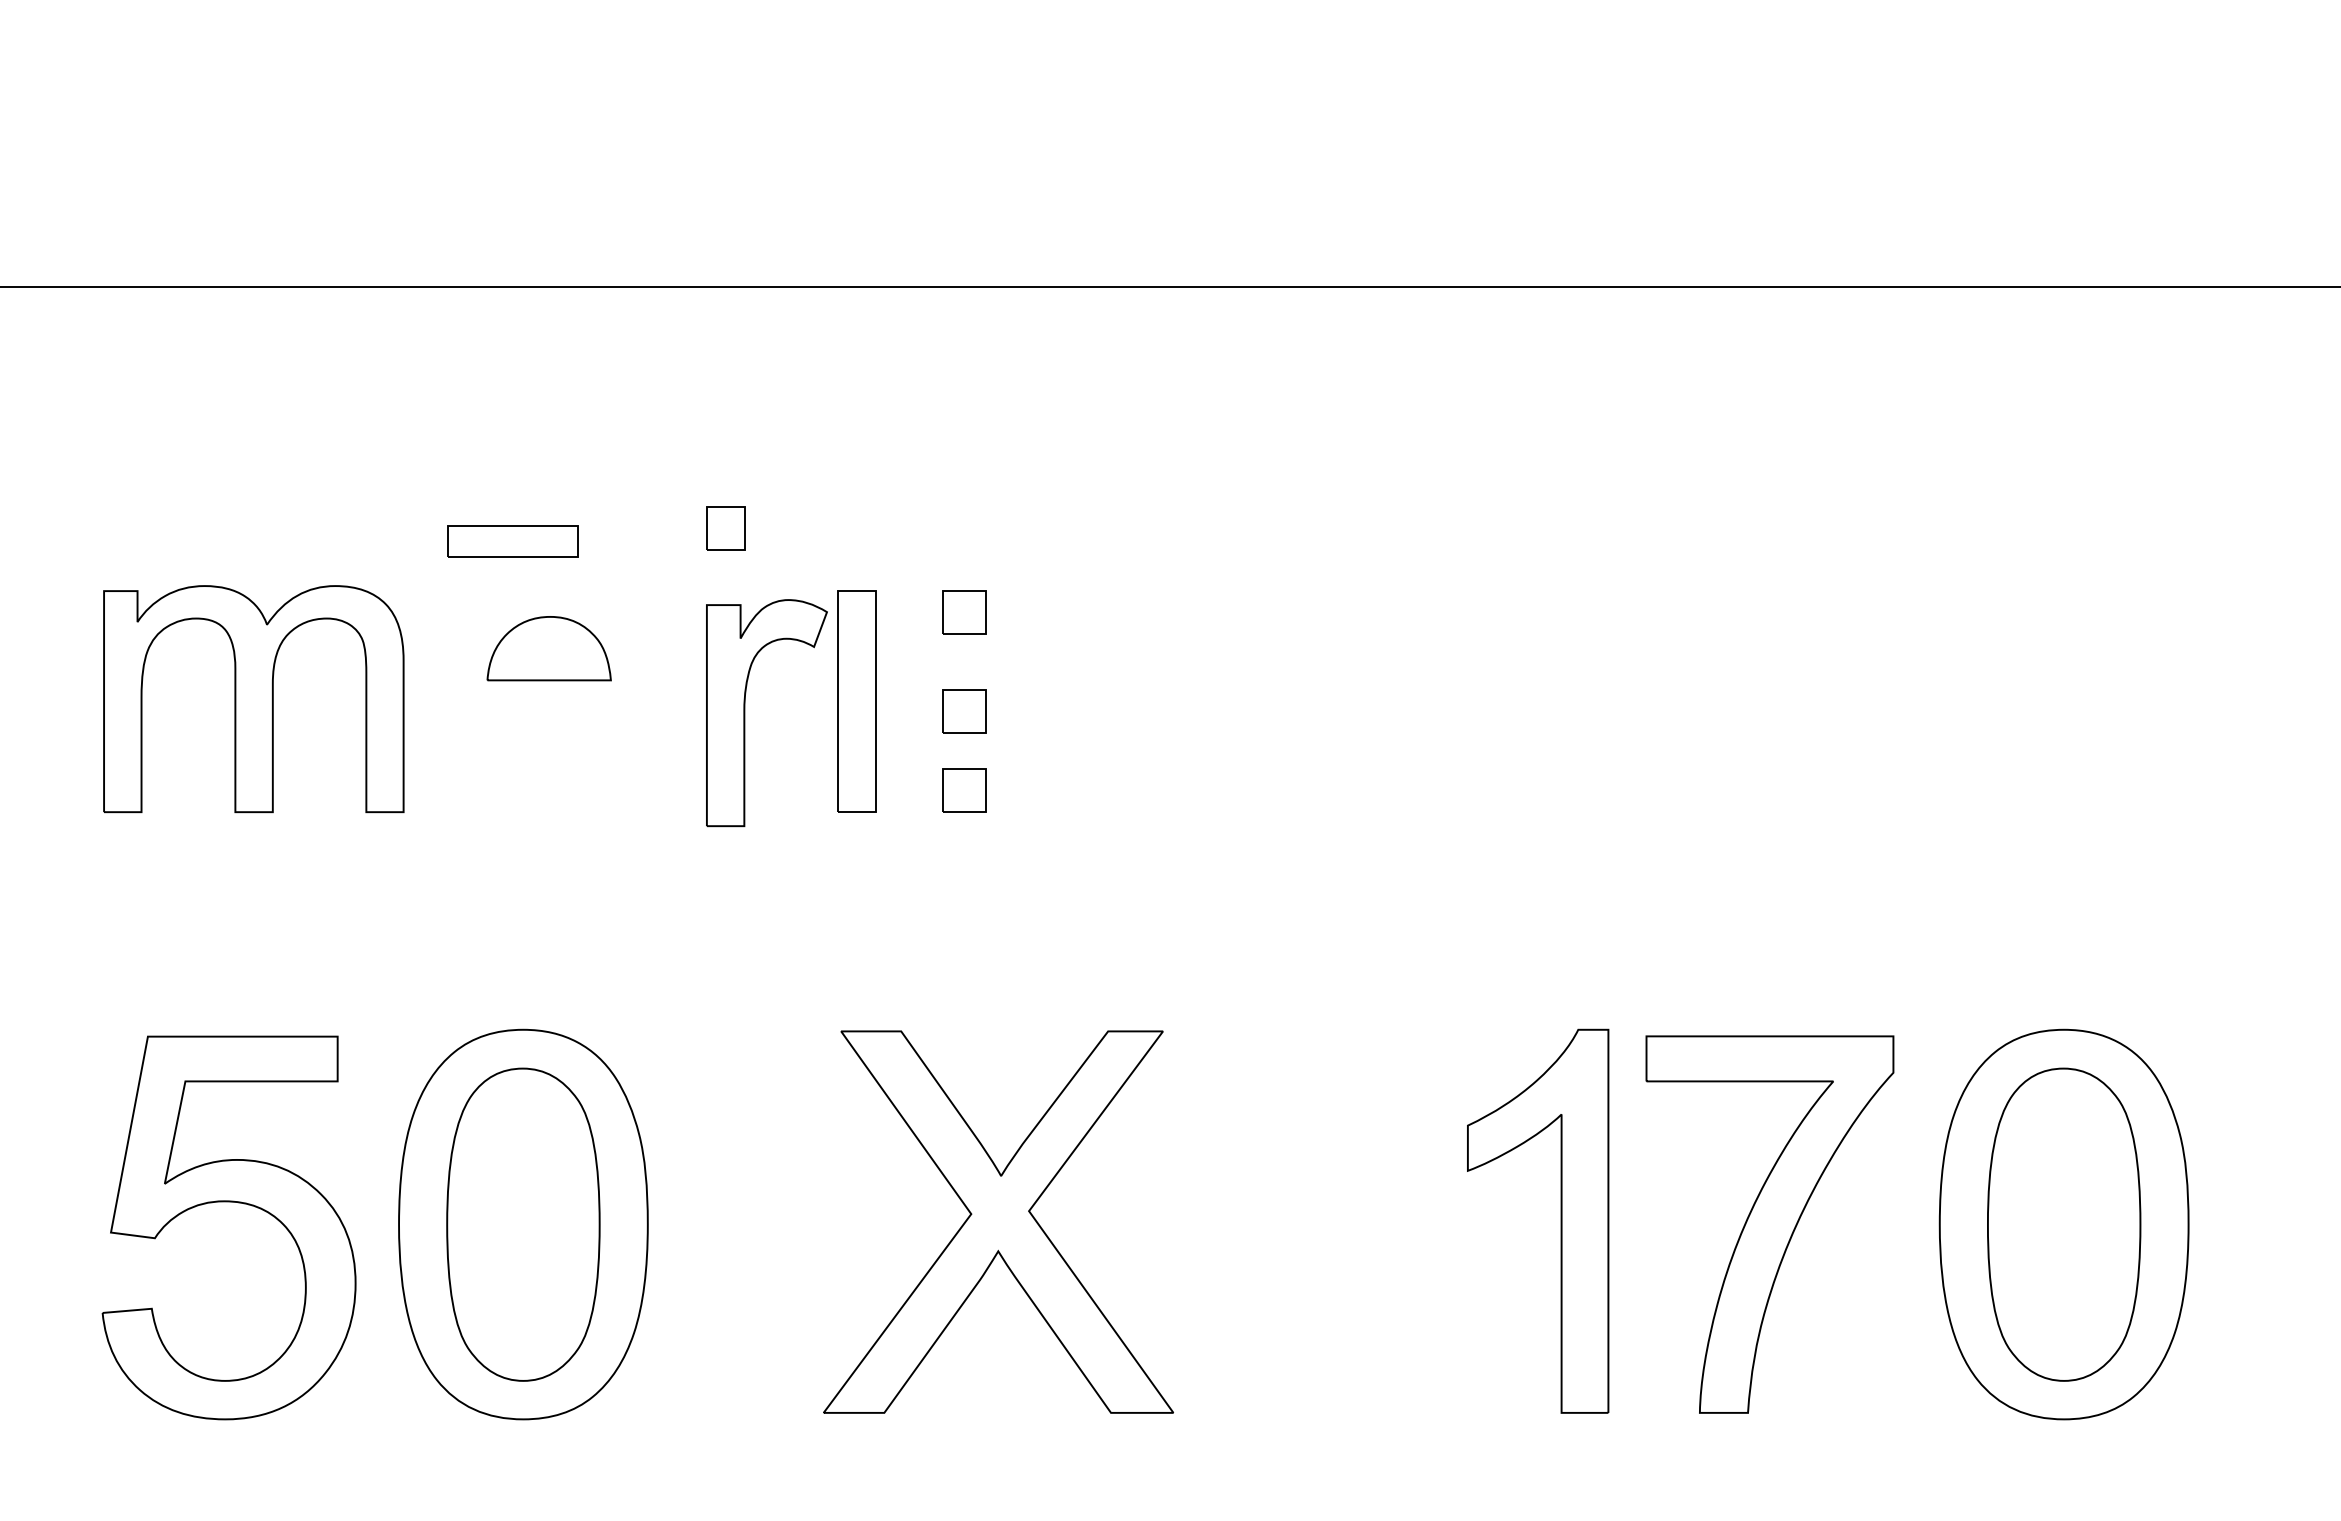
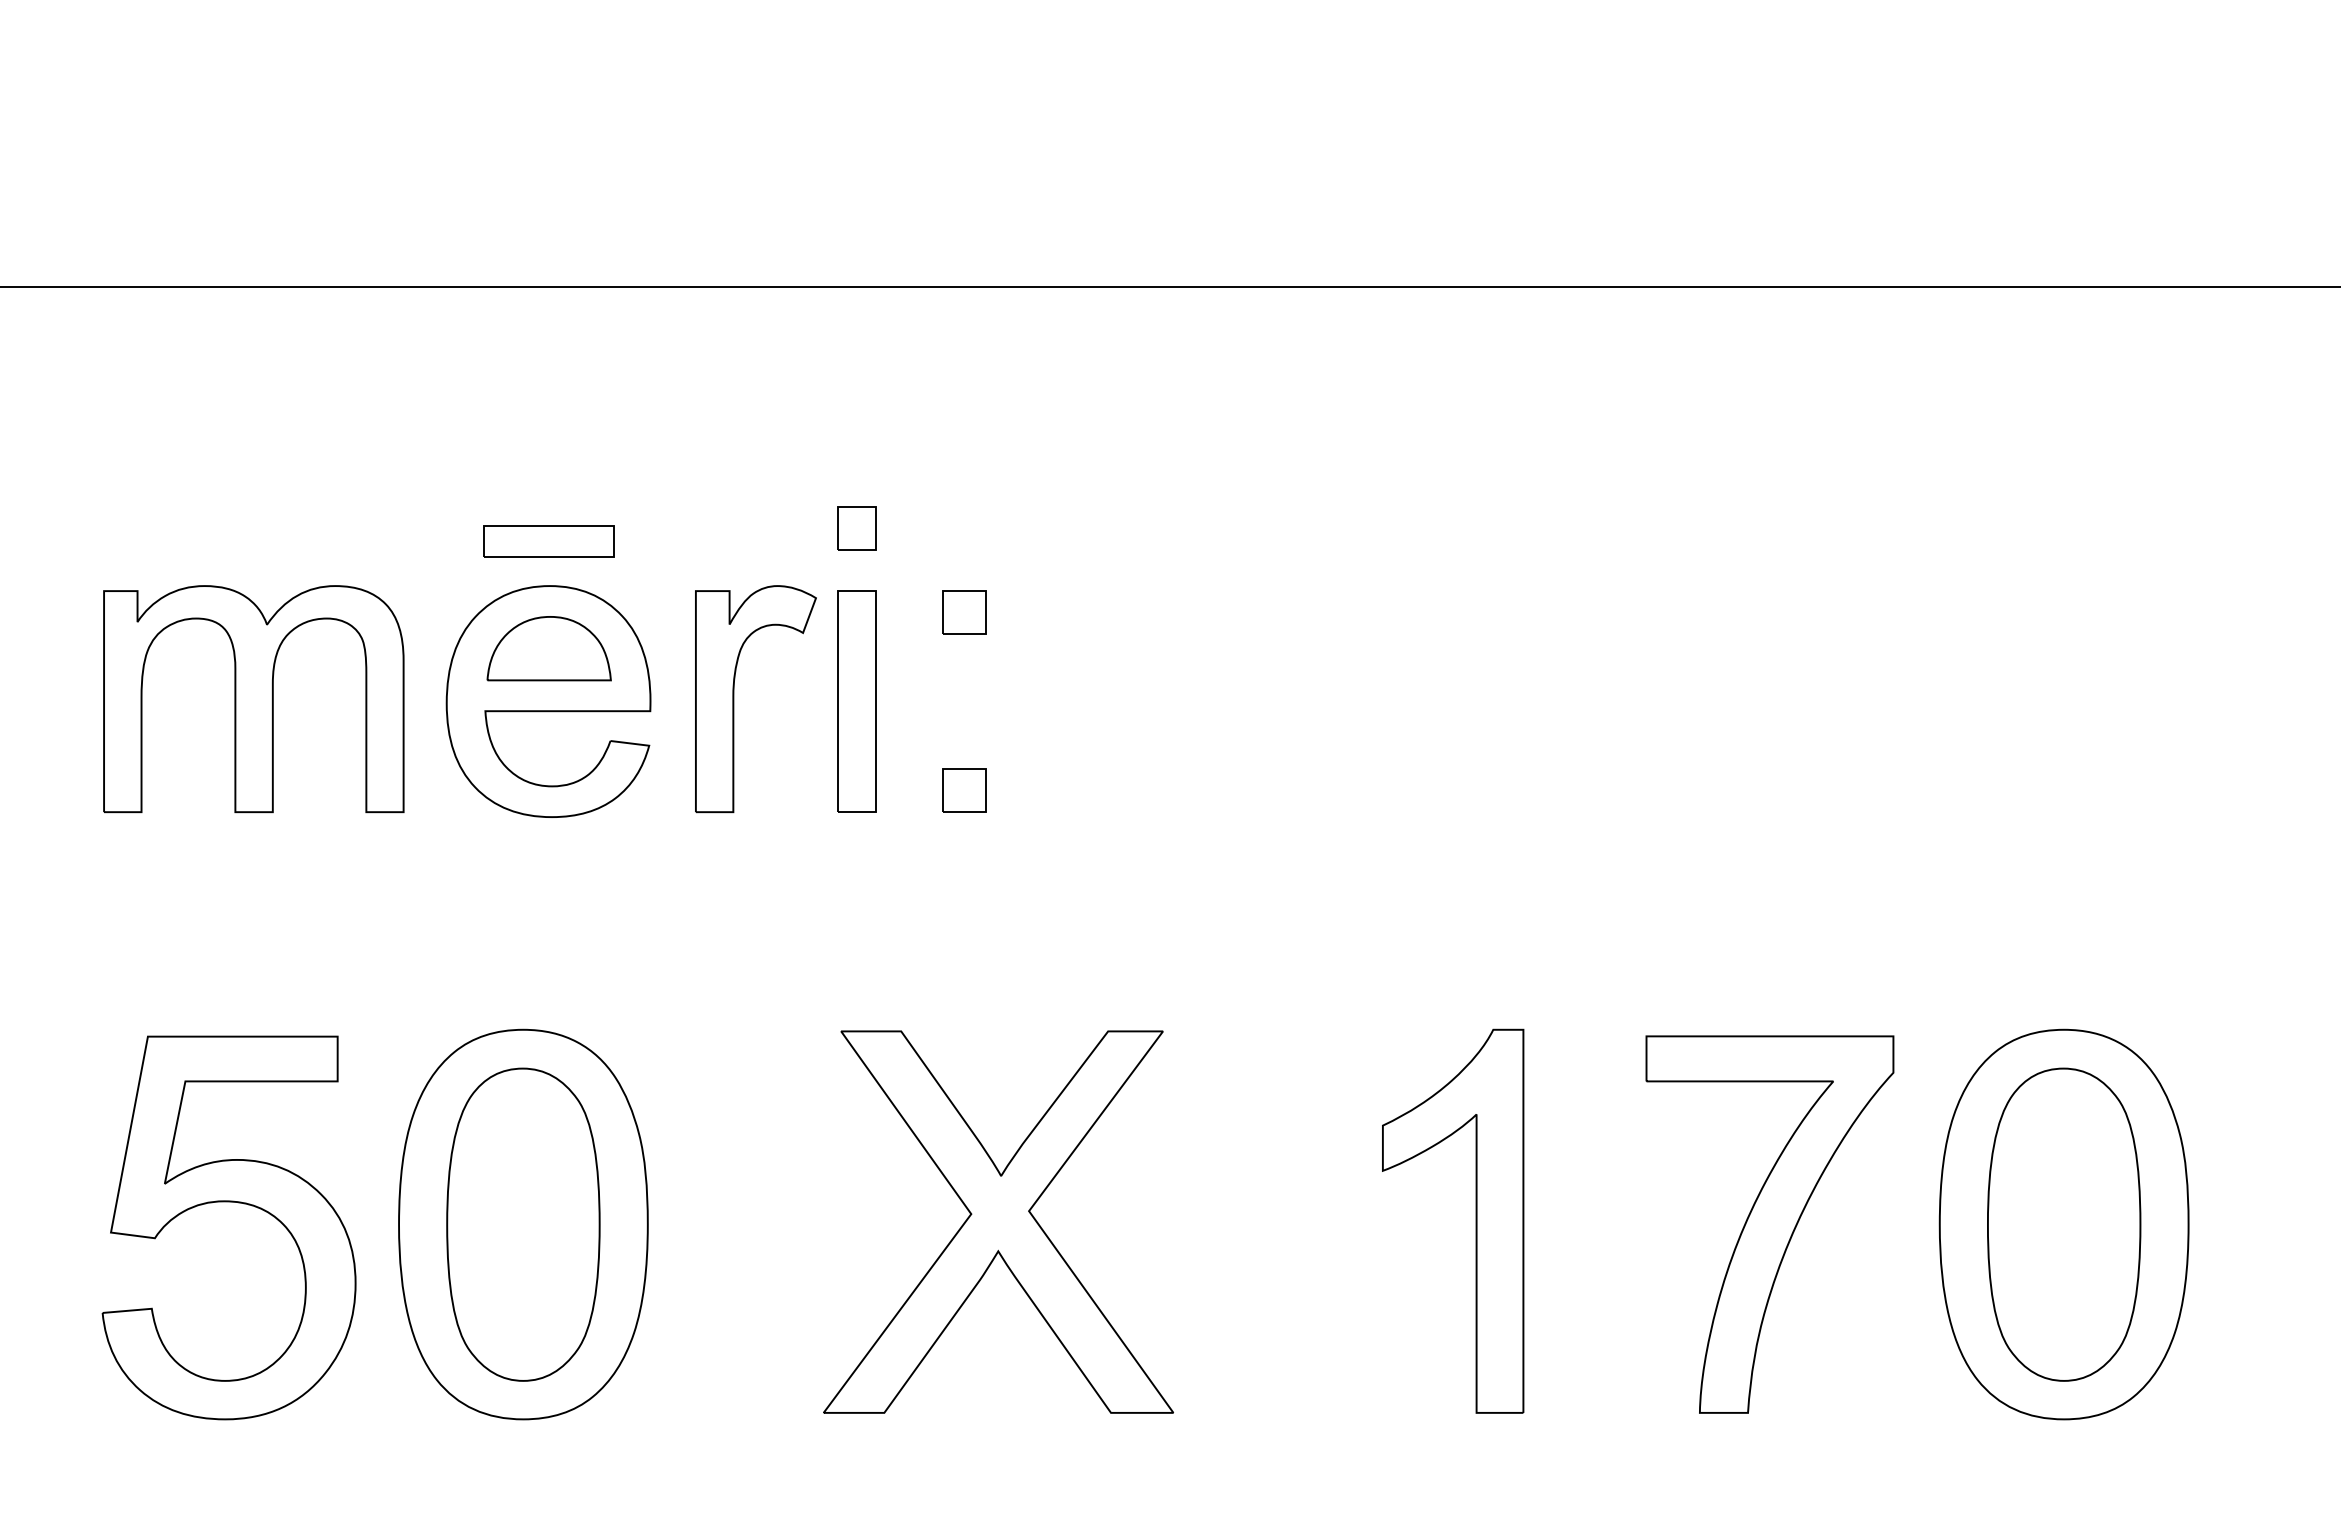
part at (725, 528) position: (725, 528) -> (856, 528)
part at (512, 541) position: (512, 541) -> (548, 541)
part at (548, 701): none -> present
part at (964, 711): present -> none
part at (745, 713) position: (745, 713) -> (734, 699)
part at (1560, 1220) position: (1560, 1220) -> (1475, 1220)
